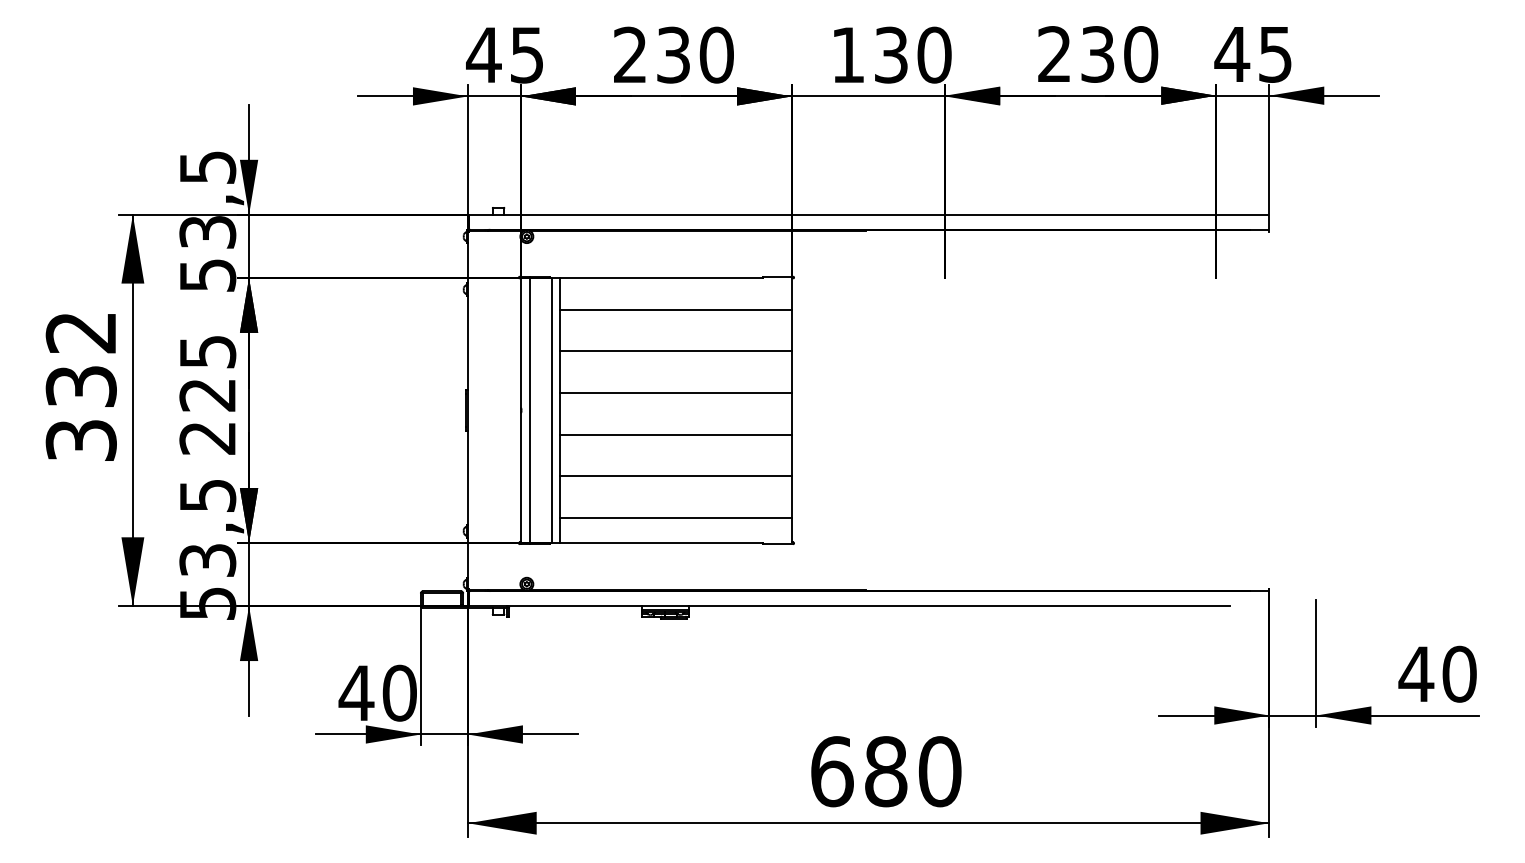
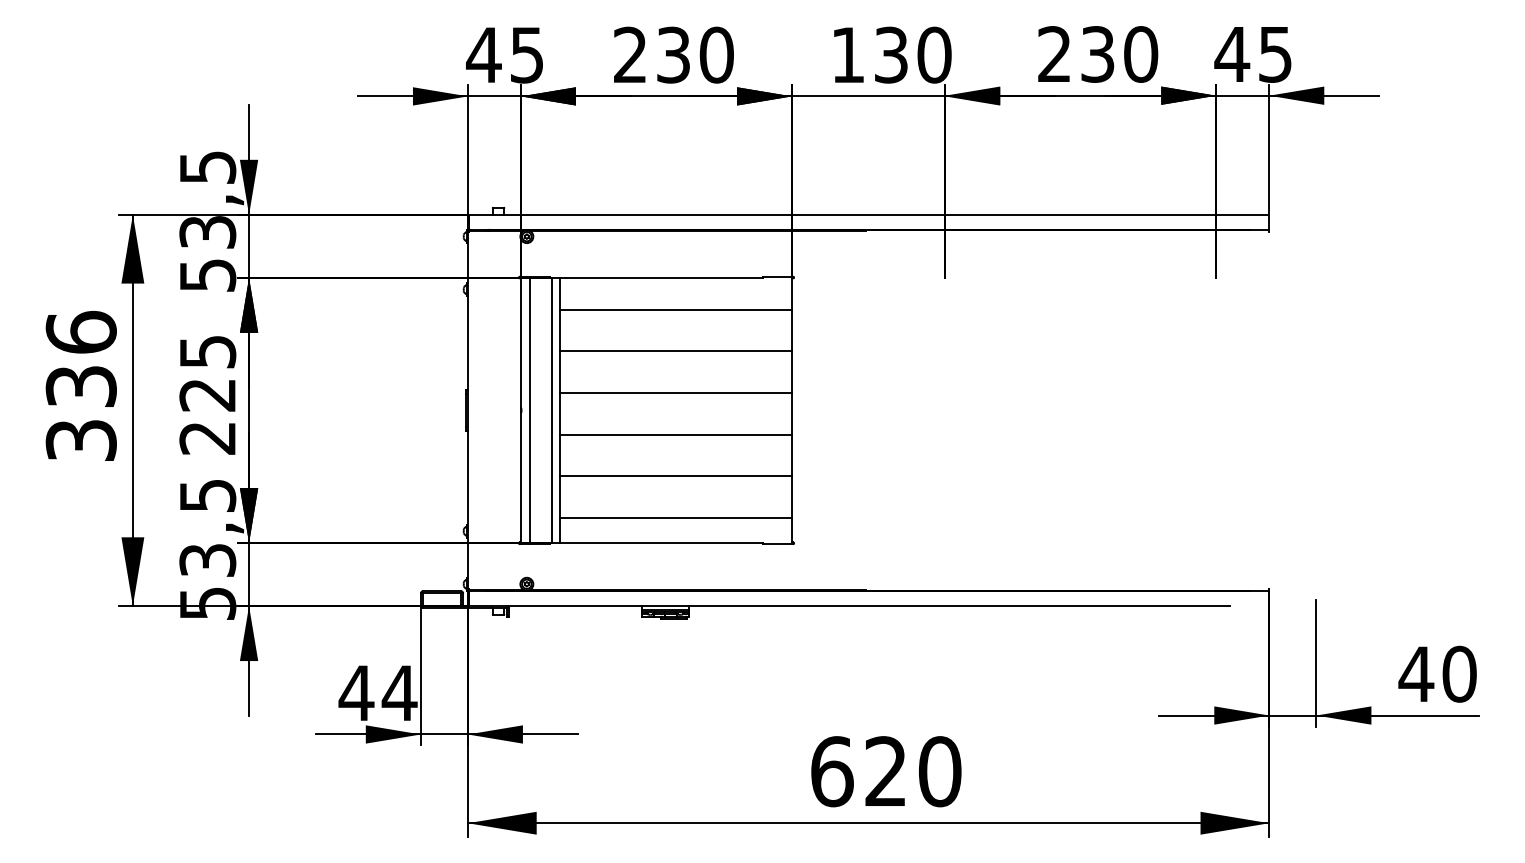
text at (80, 331): 332 -> 336
text at (399, 692): 40 -> 44
text at (886, 771): 680 -> 620
